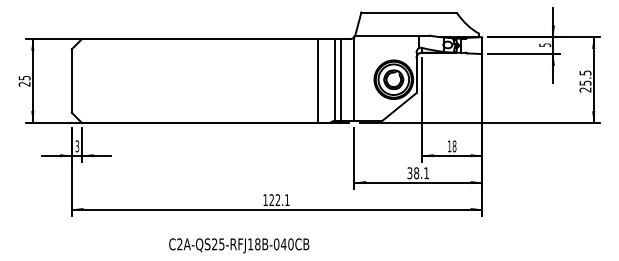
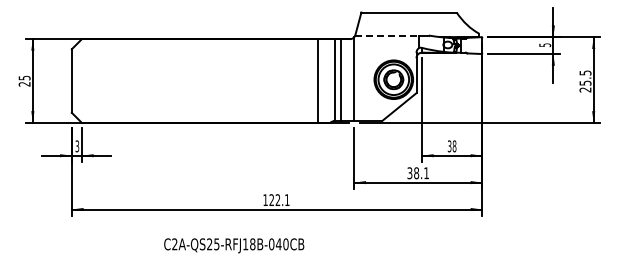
line at (387, 35): solid -> dashed
text at (449, 146): 18 -> 38
text at (239, 245) position: (239, 245) -> (234, 245)
